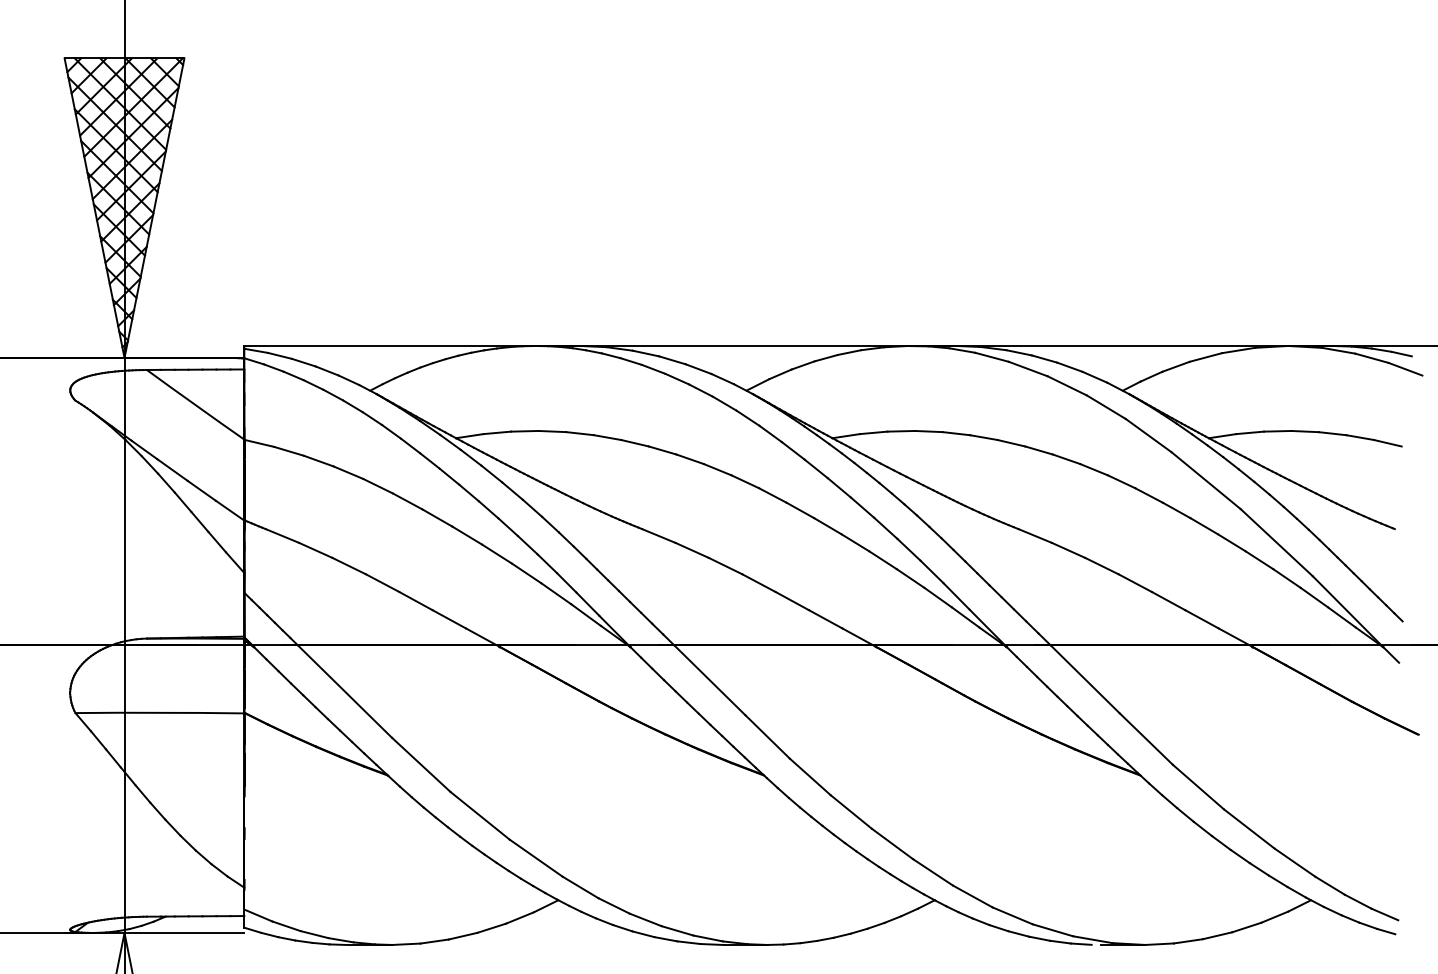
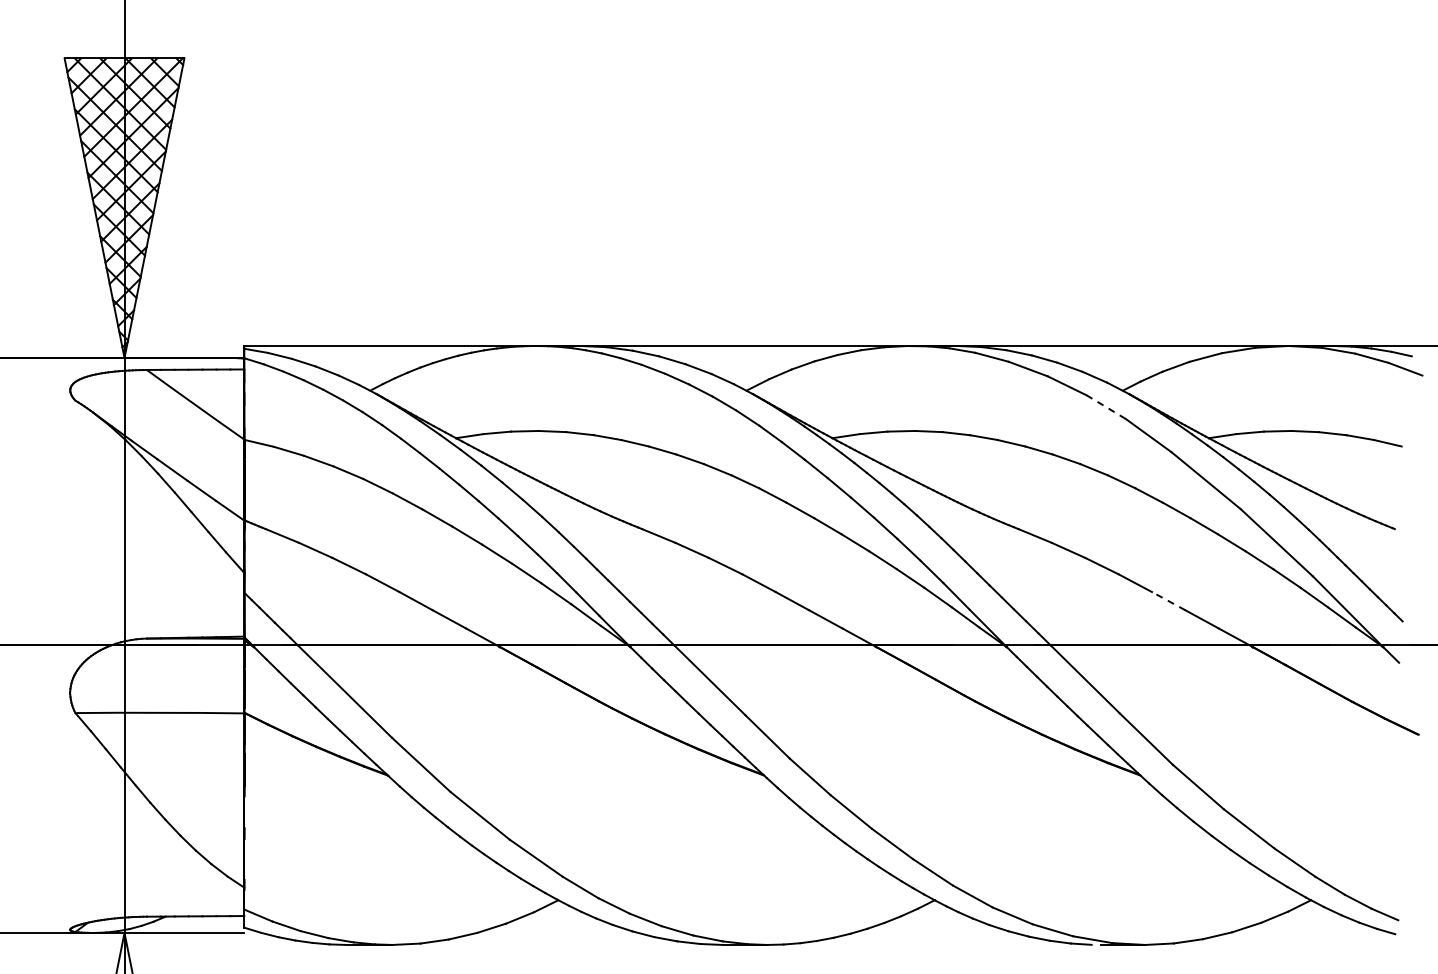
line at (1106, 407): solid -> dashed
line at (1168, 600): solid -> dashed
